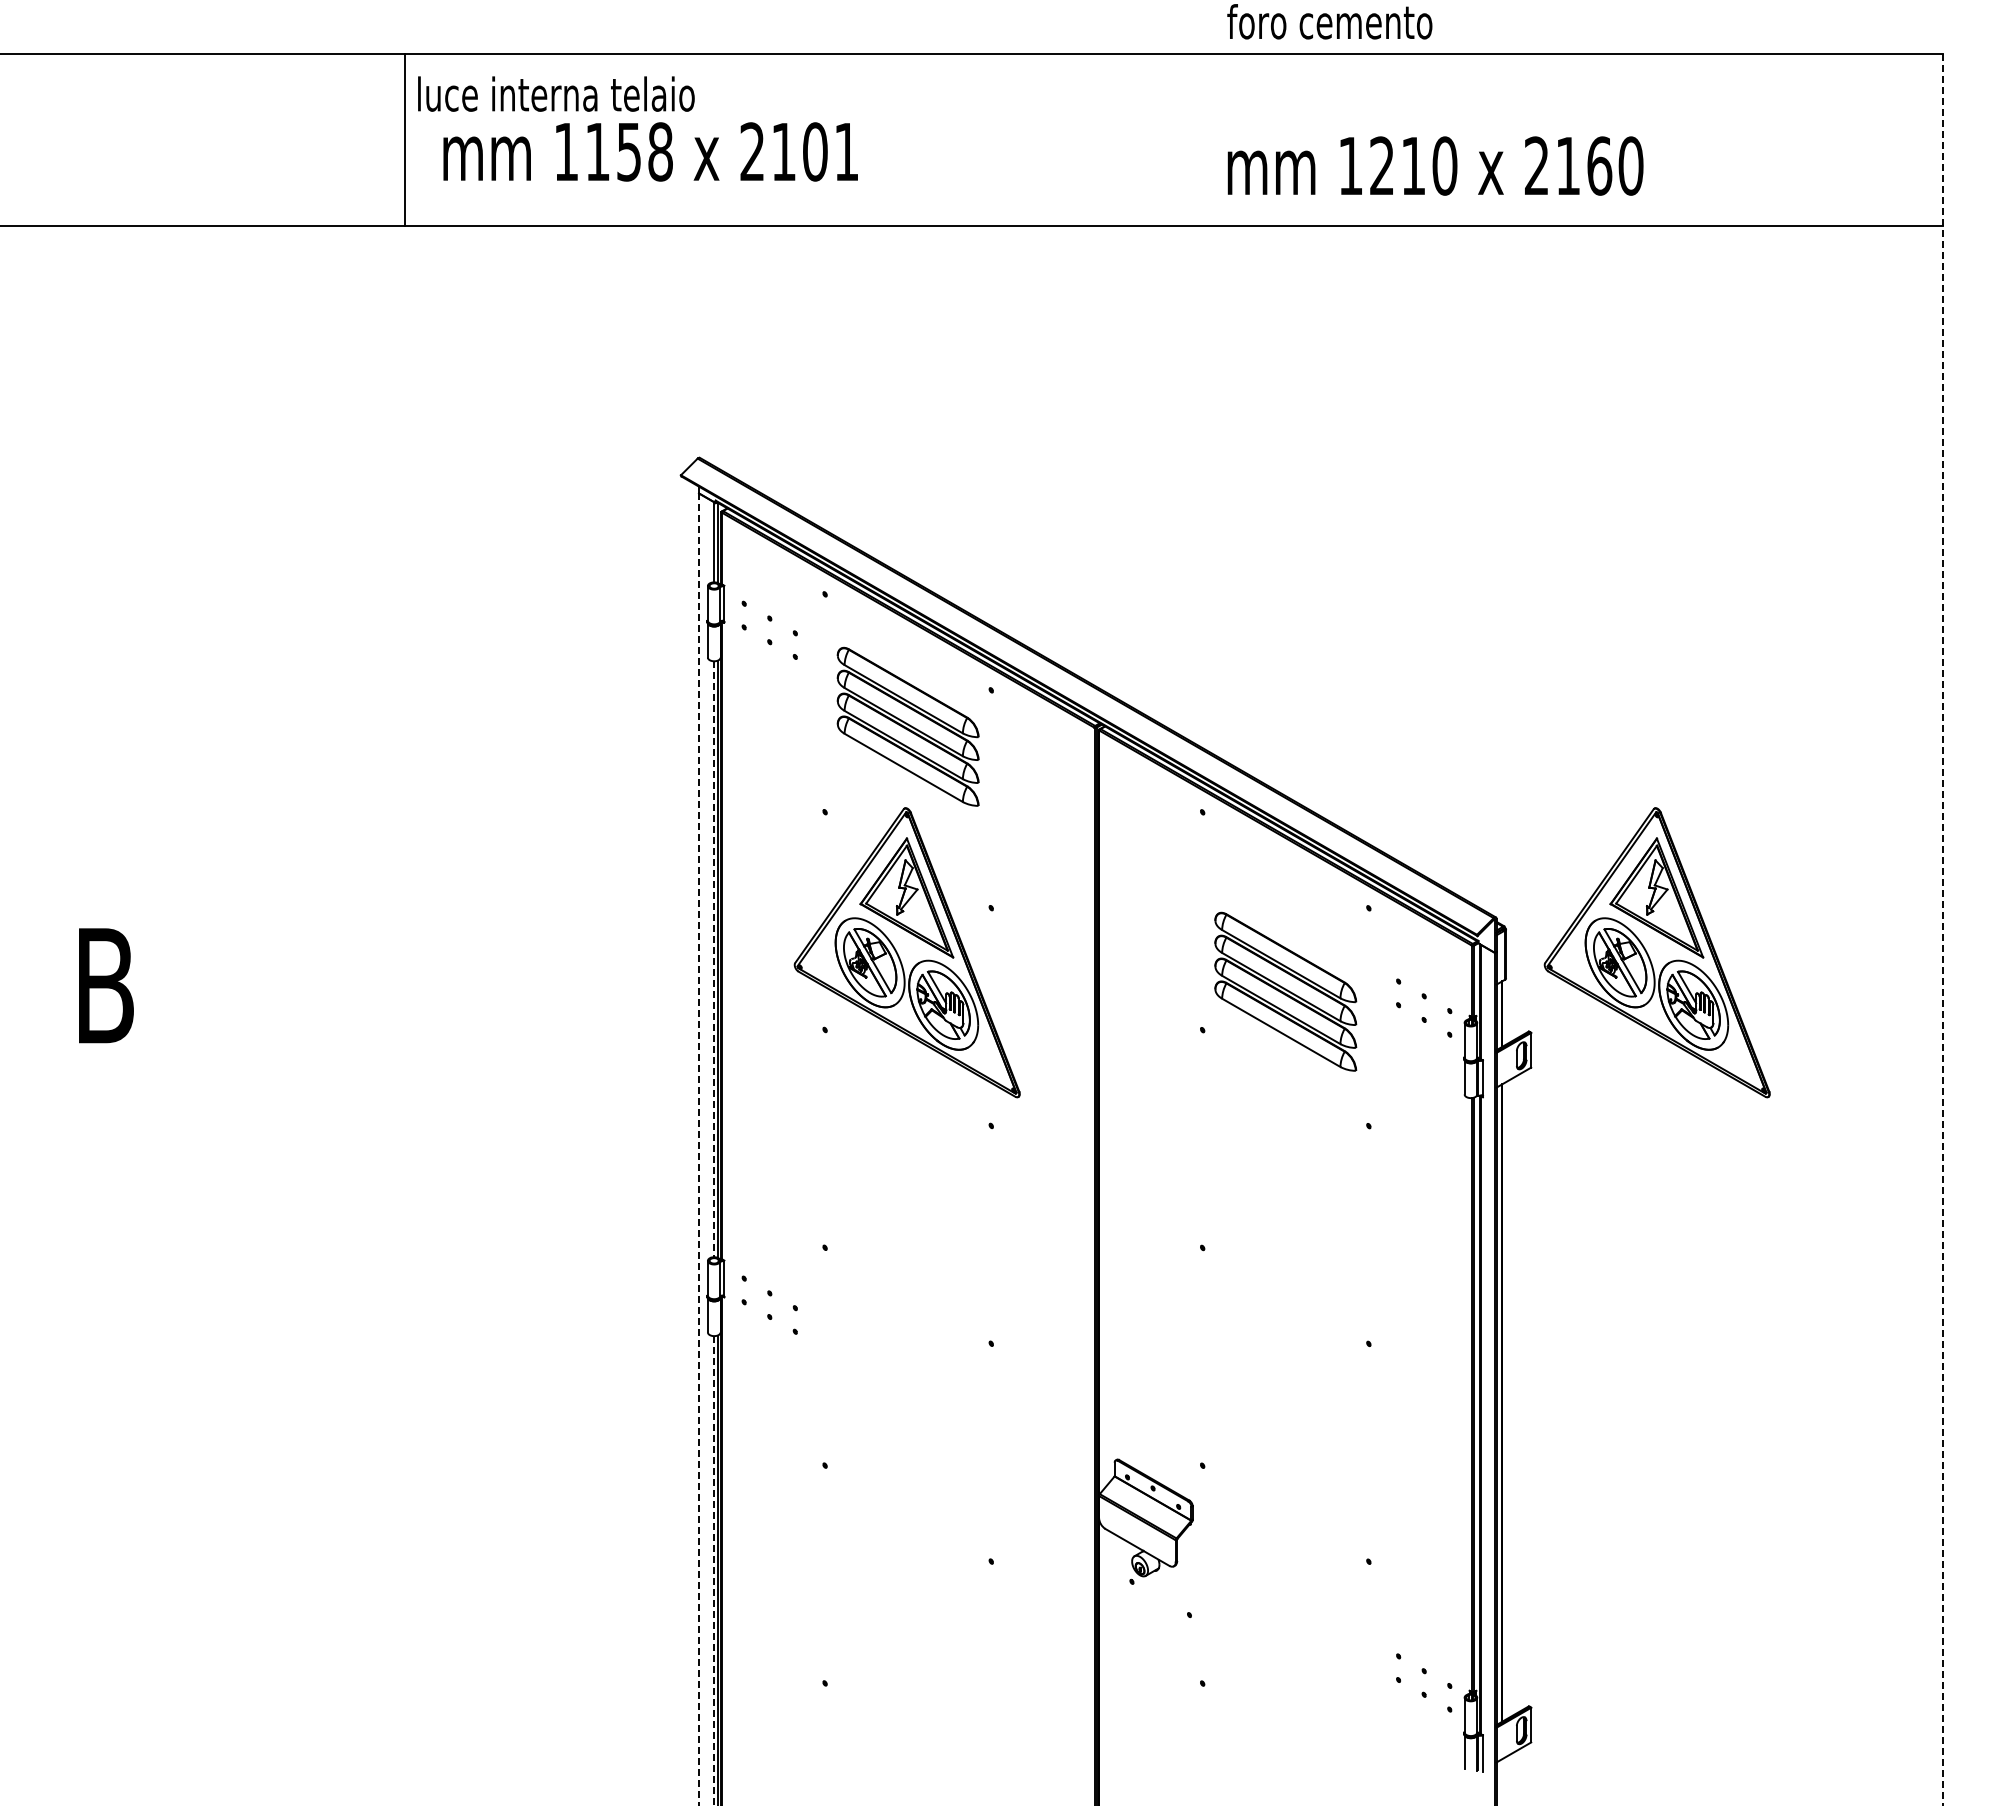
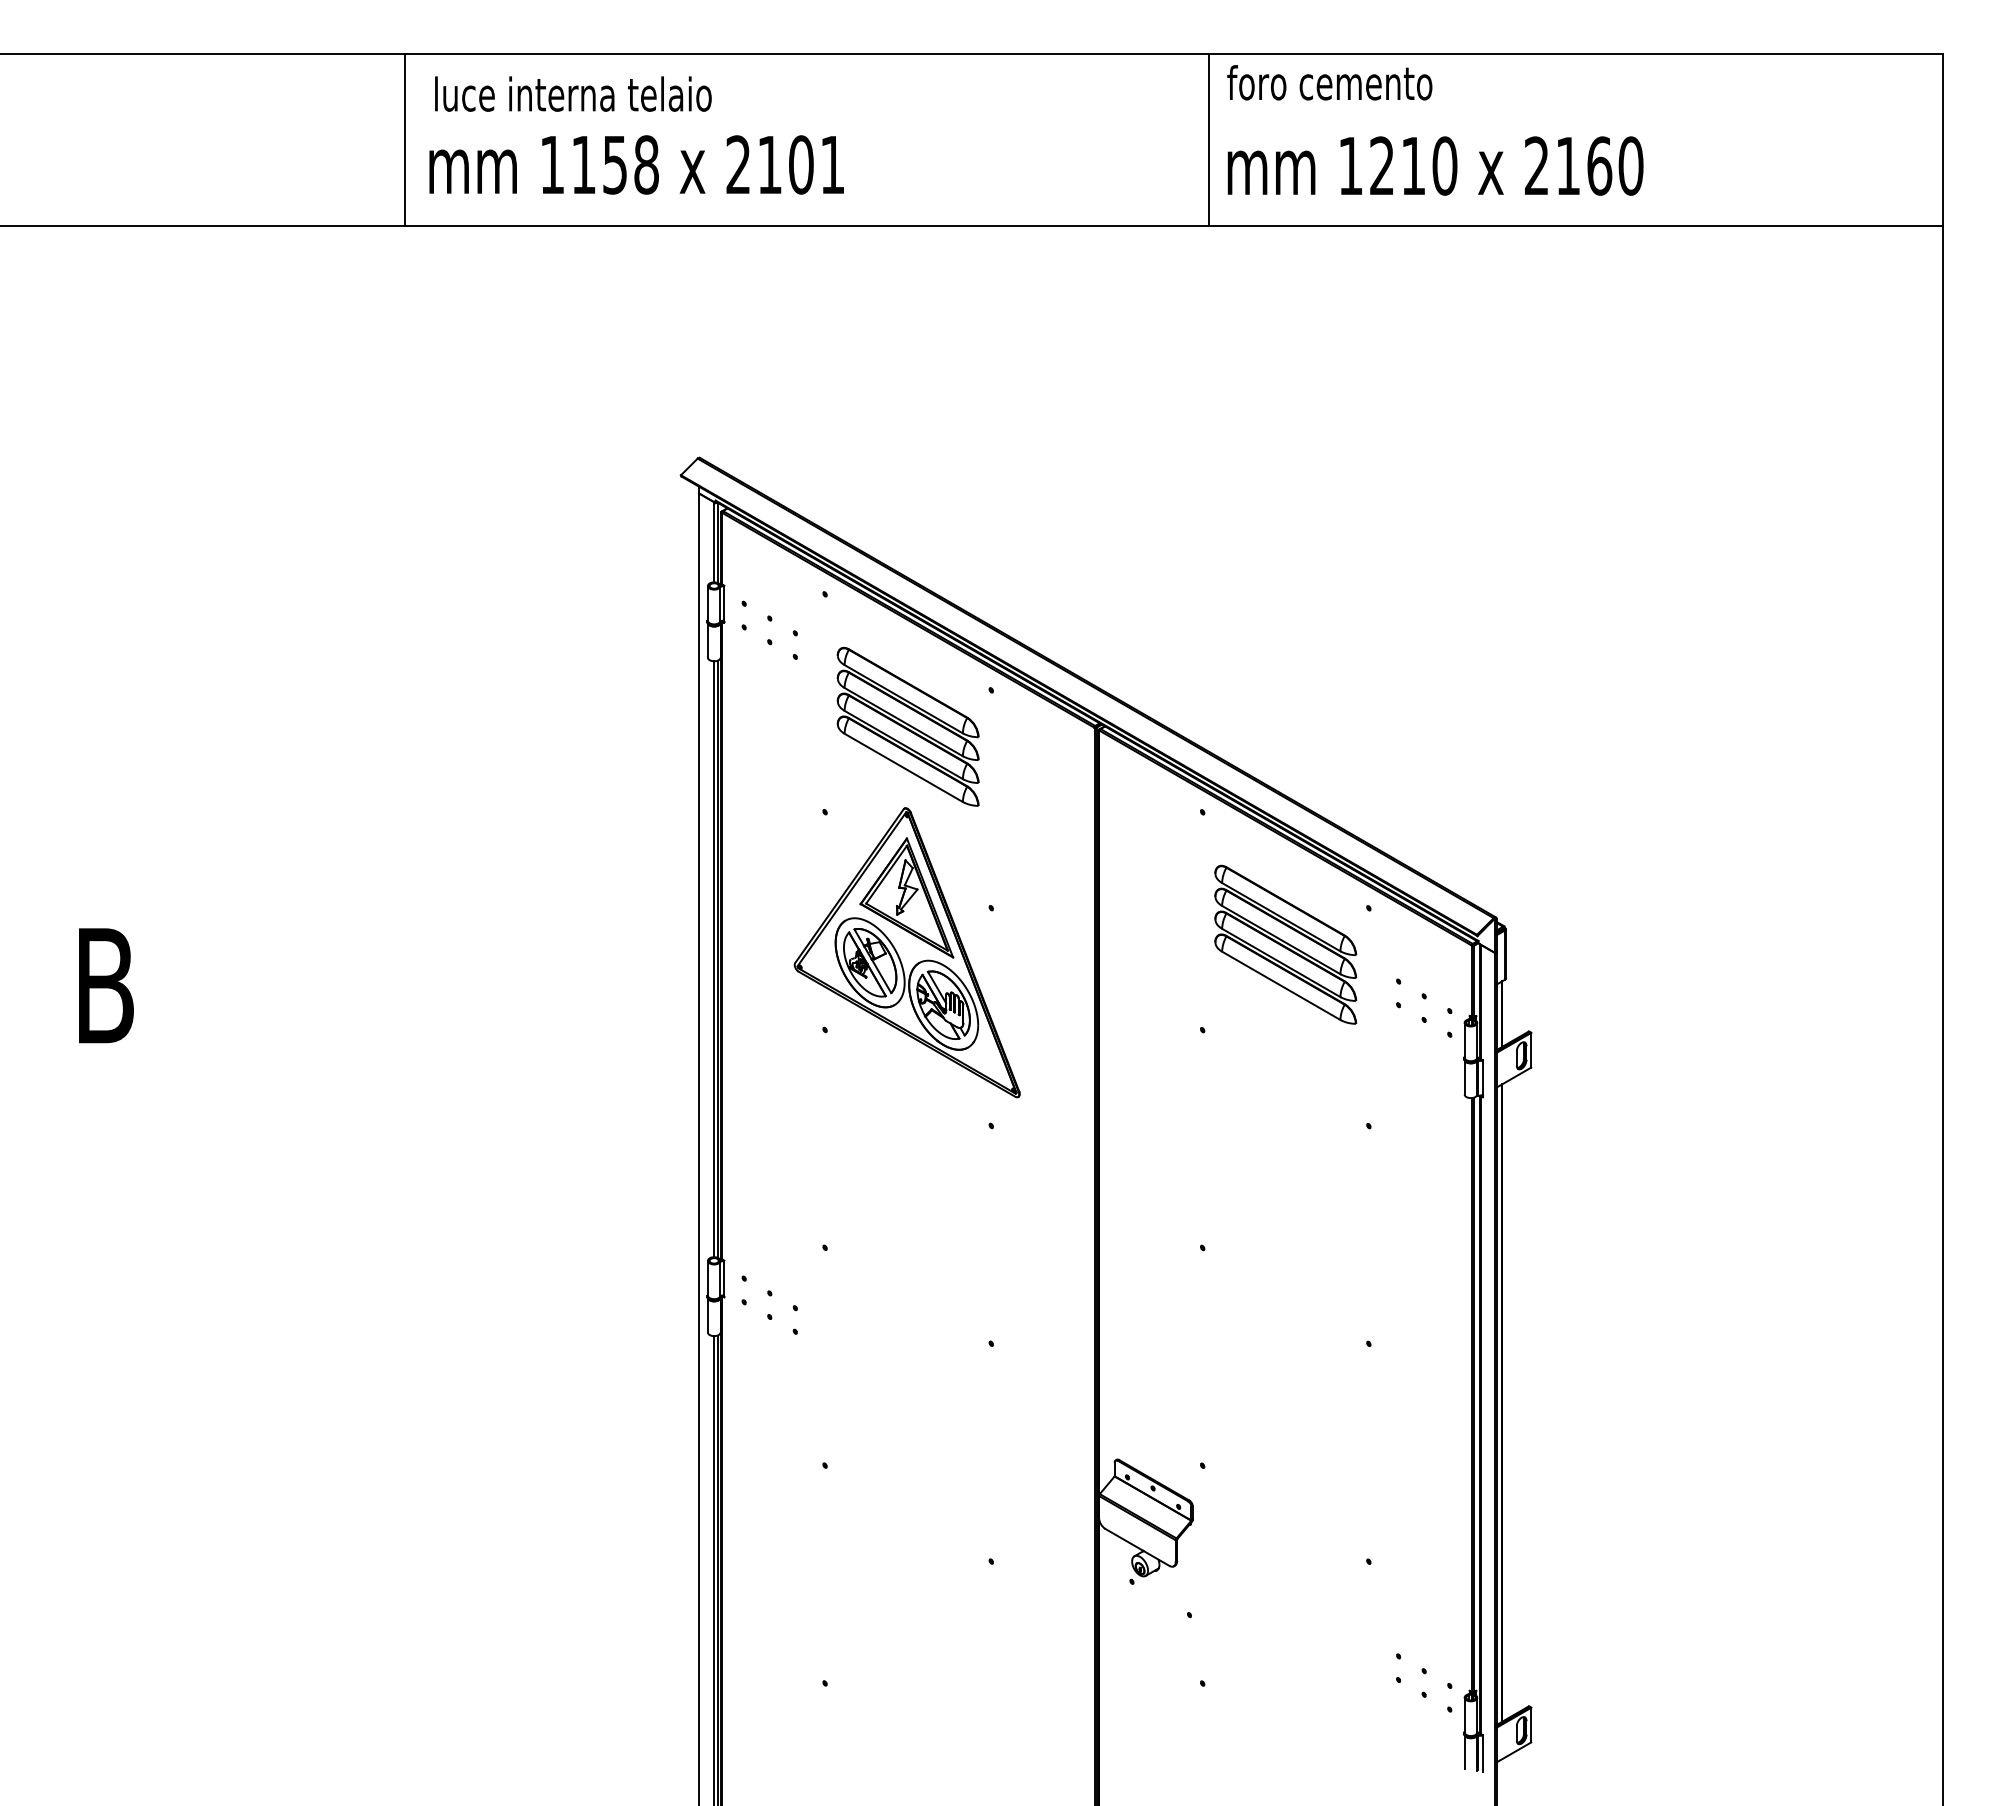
text at (1329, 21) position: (1329, 21) -> (1329, 82)
text at (556, 93) position: (556, 93) -> (573, 93)
line at (1209, 140): none -> present
text at (650, 151) position: (650, 151) -> (636, 164)
line at (1942, 929): dashed -> solid
part at (1656, 952): present -> none
line at (713, 959): dashed -> solid
part at (1285, 991) position: (1285, 991) -> (1285, 944)
line at (699, 1149): dashed -> solid
line at (713, 1570): dashed -> solid
